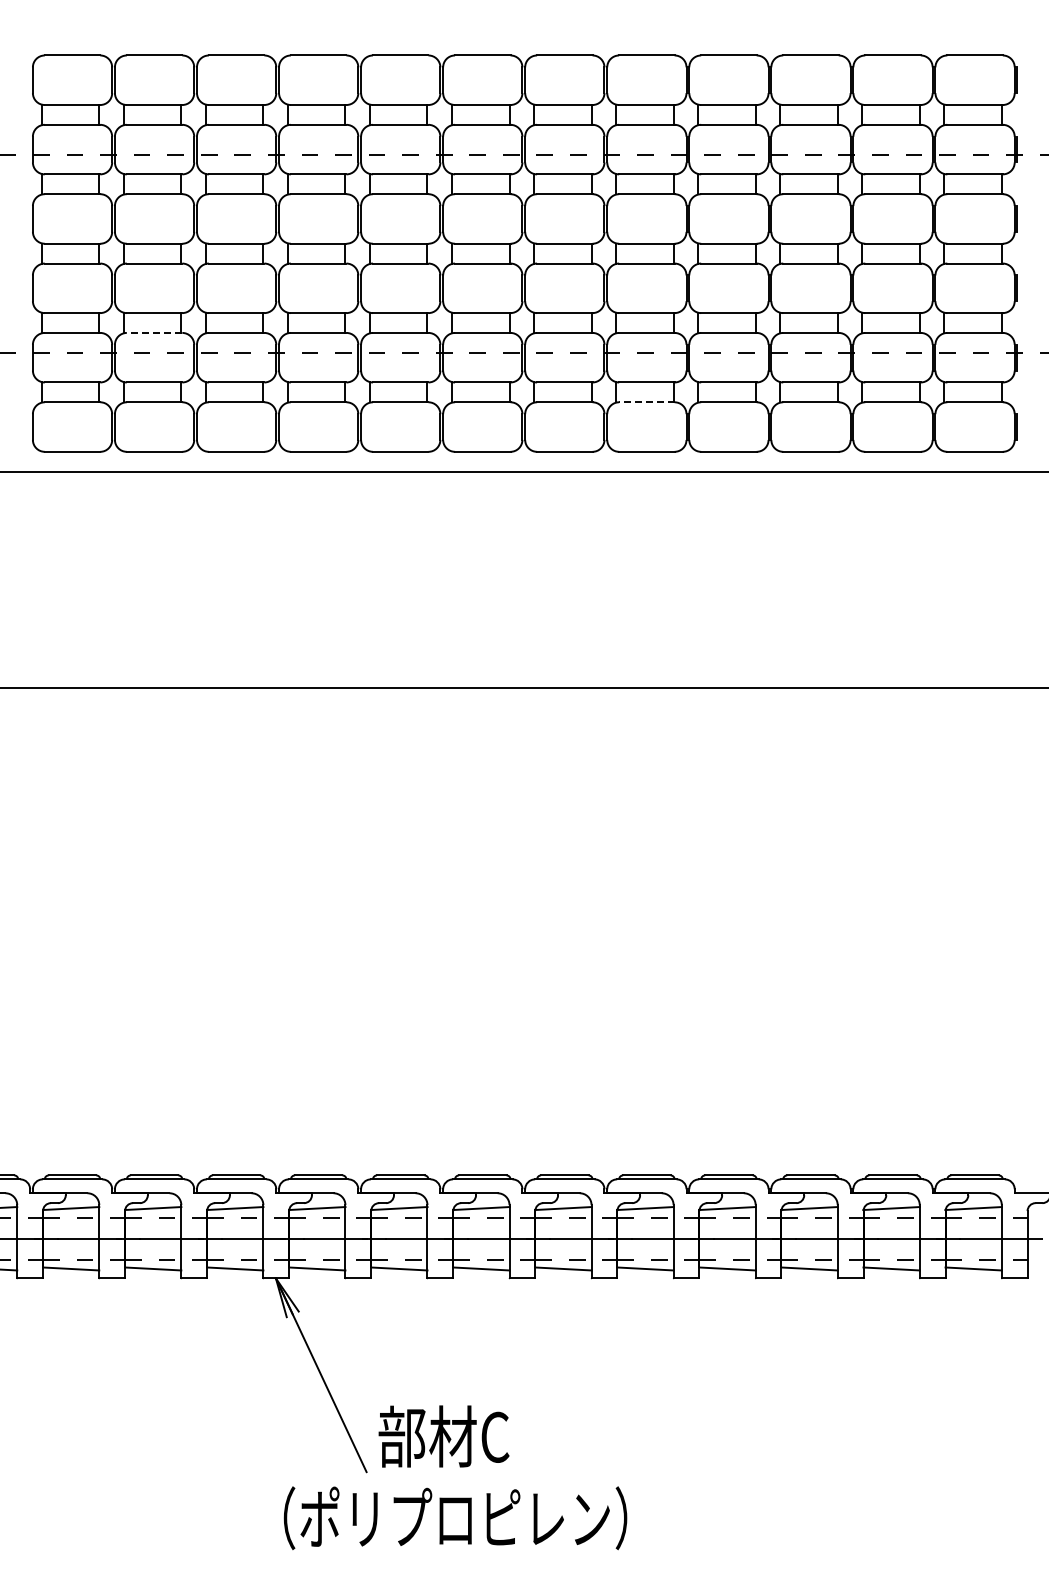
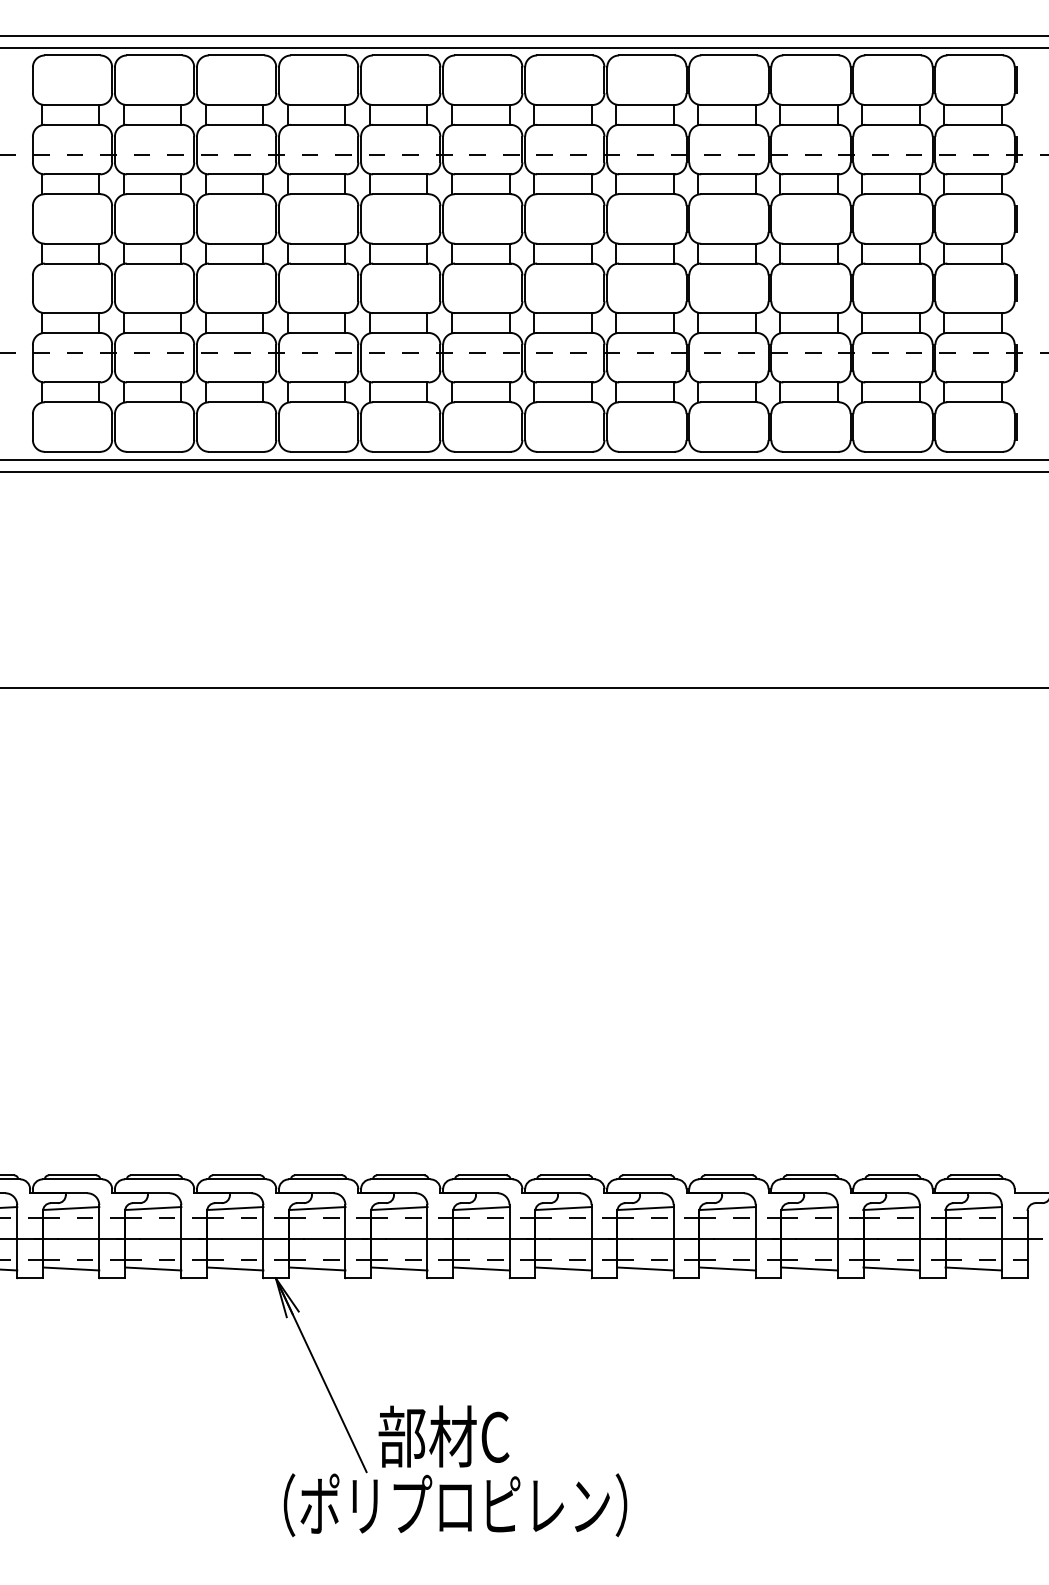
line at (523, 35): none -> present
line at (523, 47): none -> present
line at (154, 332): dashed -> solid
line at (646, 402): dashed -> solid
line at (523, 459): none -> present
text at (455, 1518) position: (455, 1518) -> (455, 1505)
